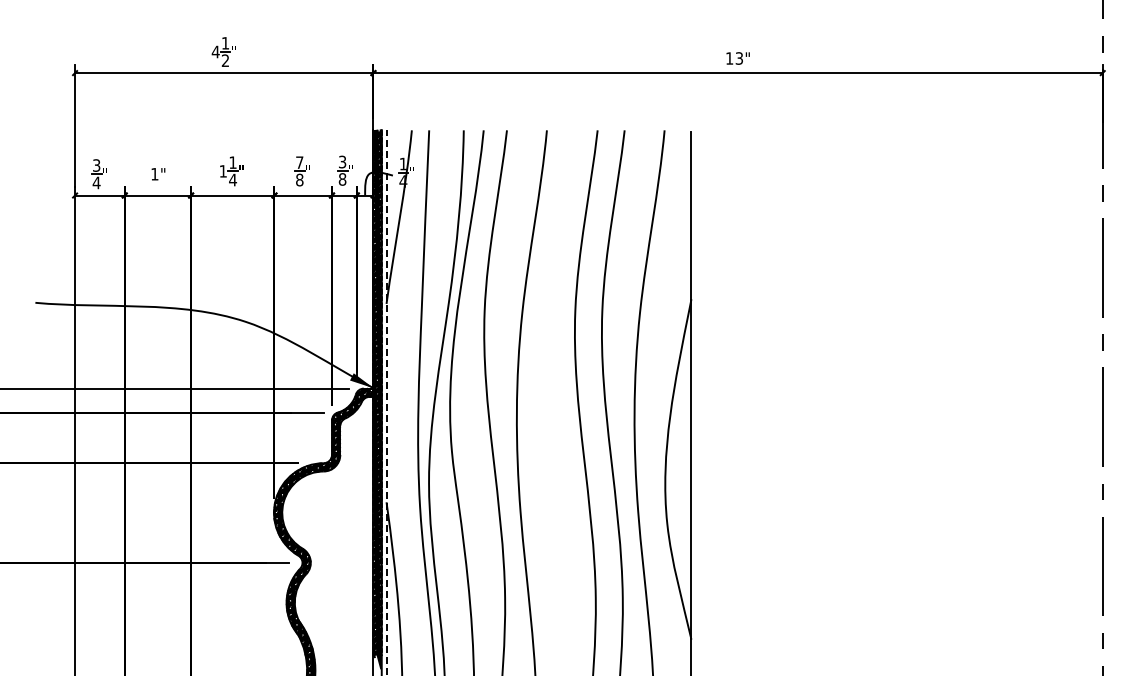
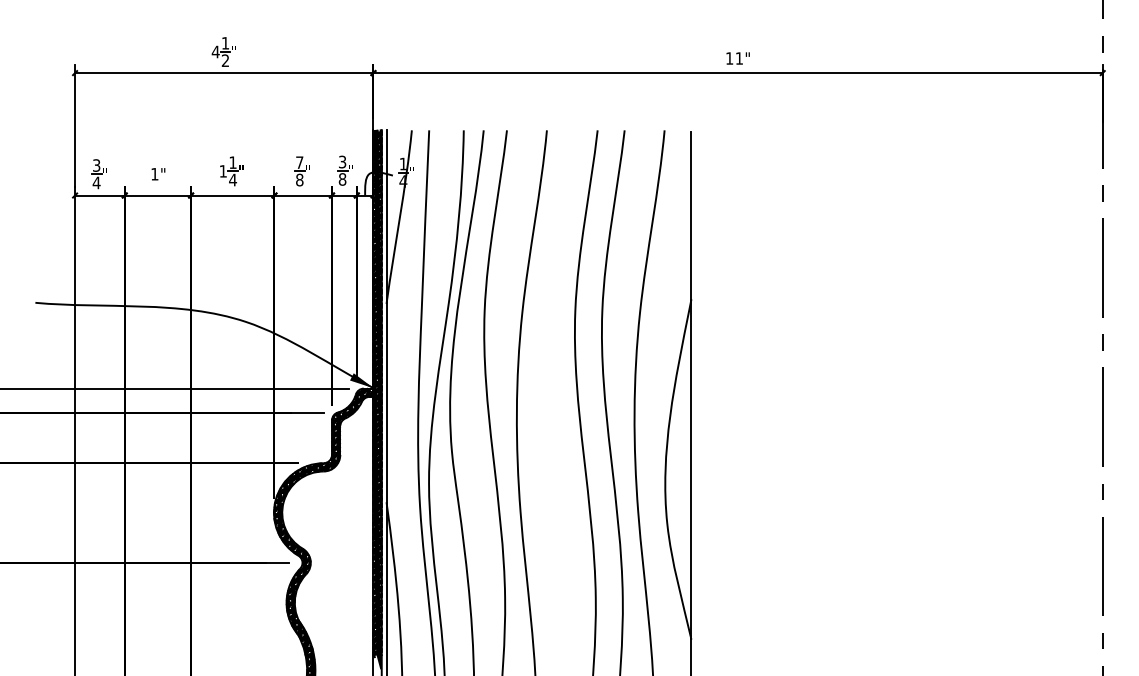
text at (738, 58): 13" -> 11"
line at (386, 402): dashed -> solid
